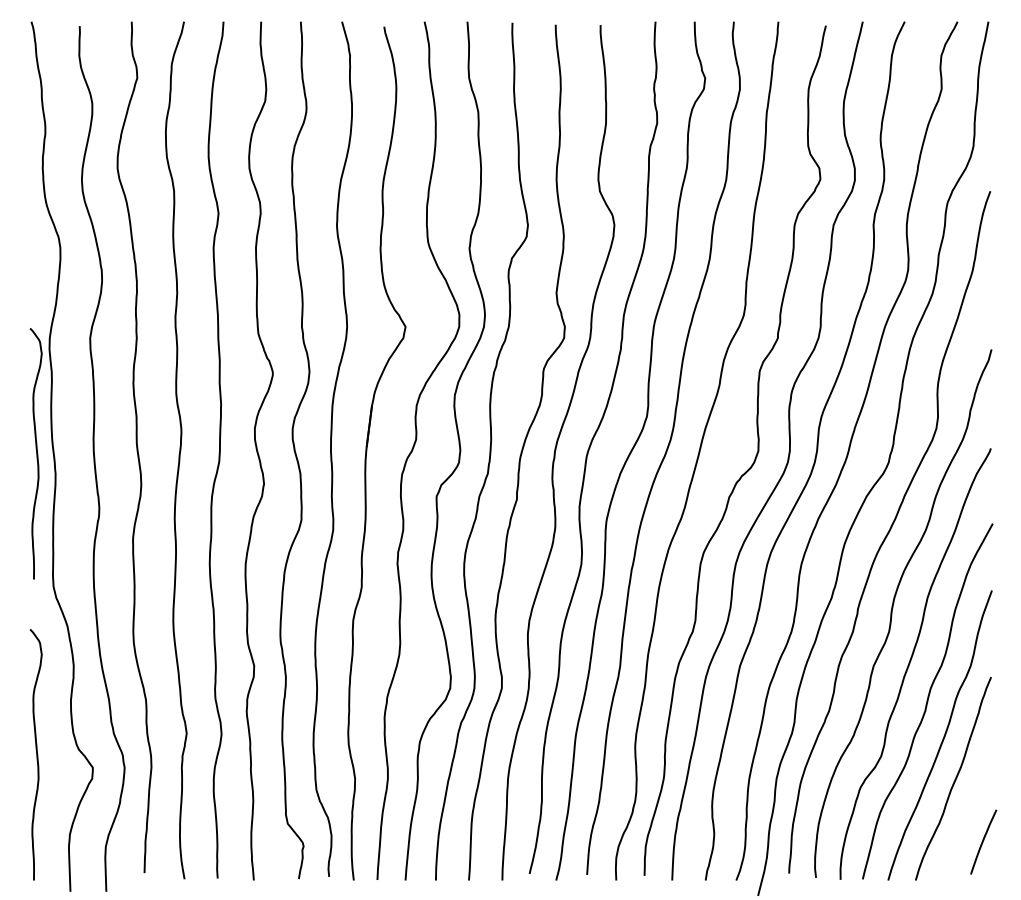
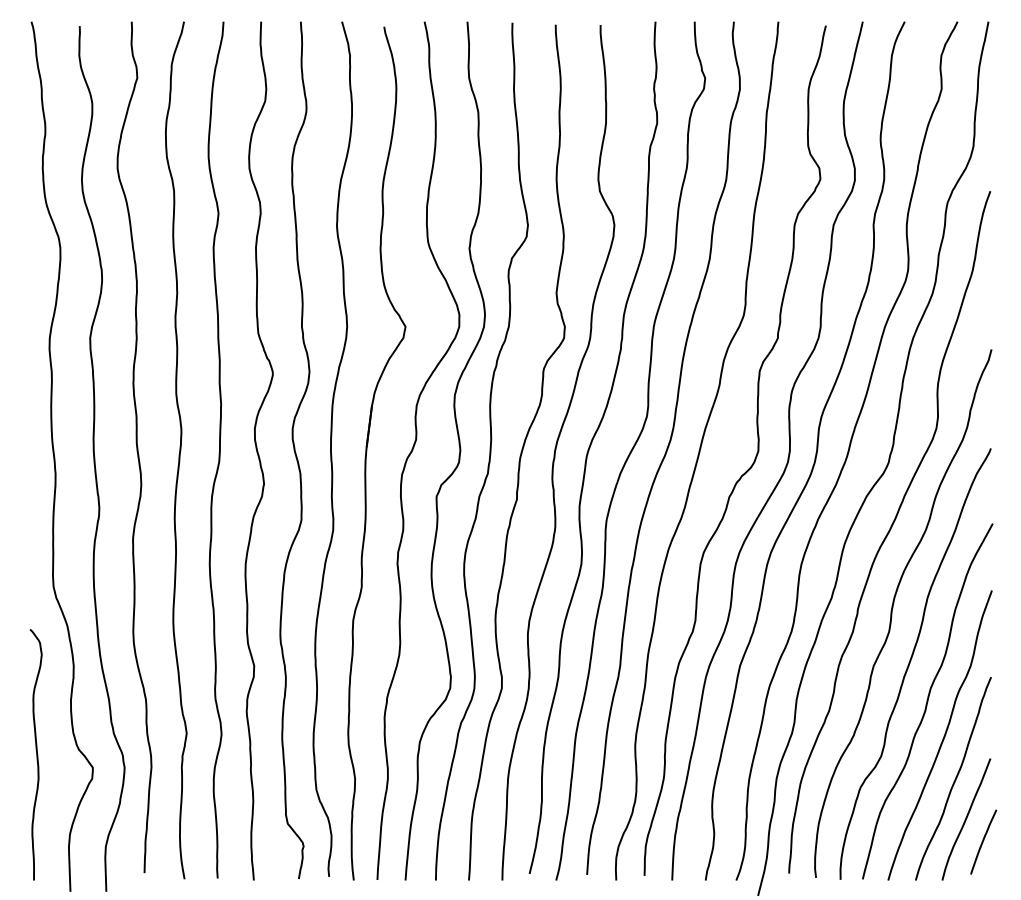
curve at (36, 453): present -> none
curve at (966, 819): none -> present
